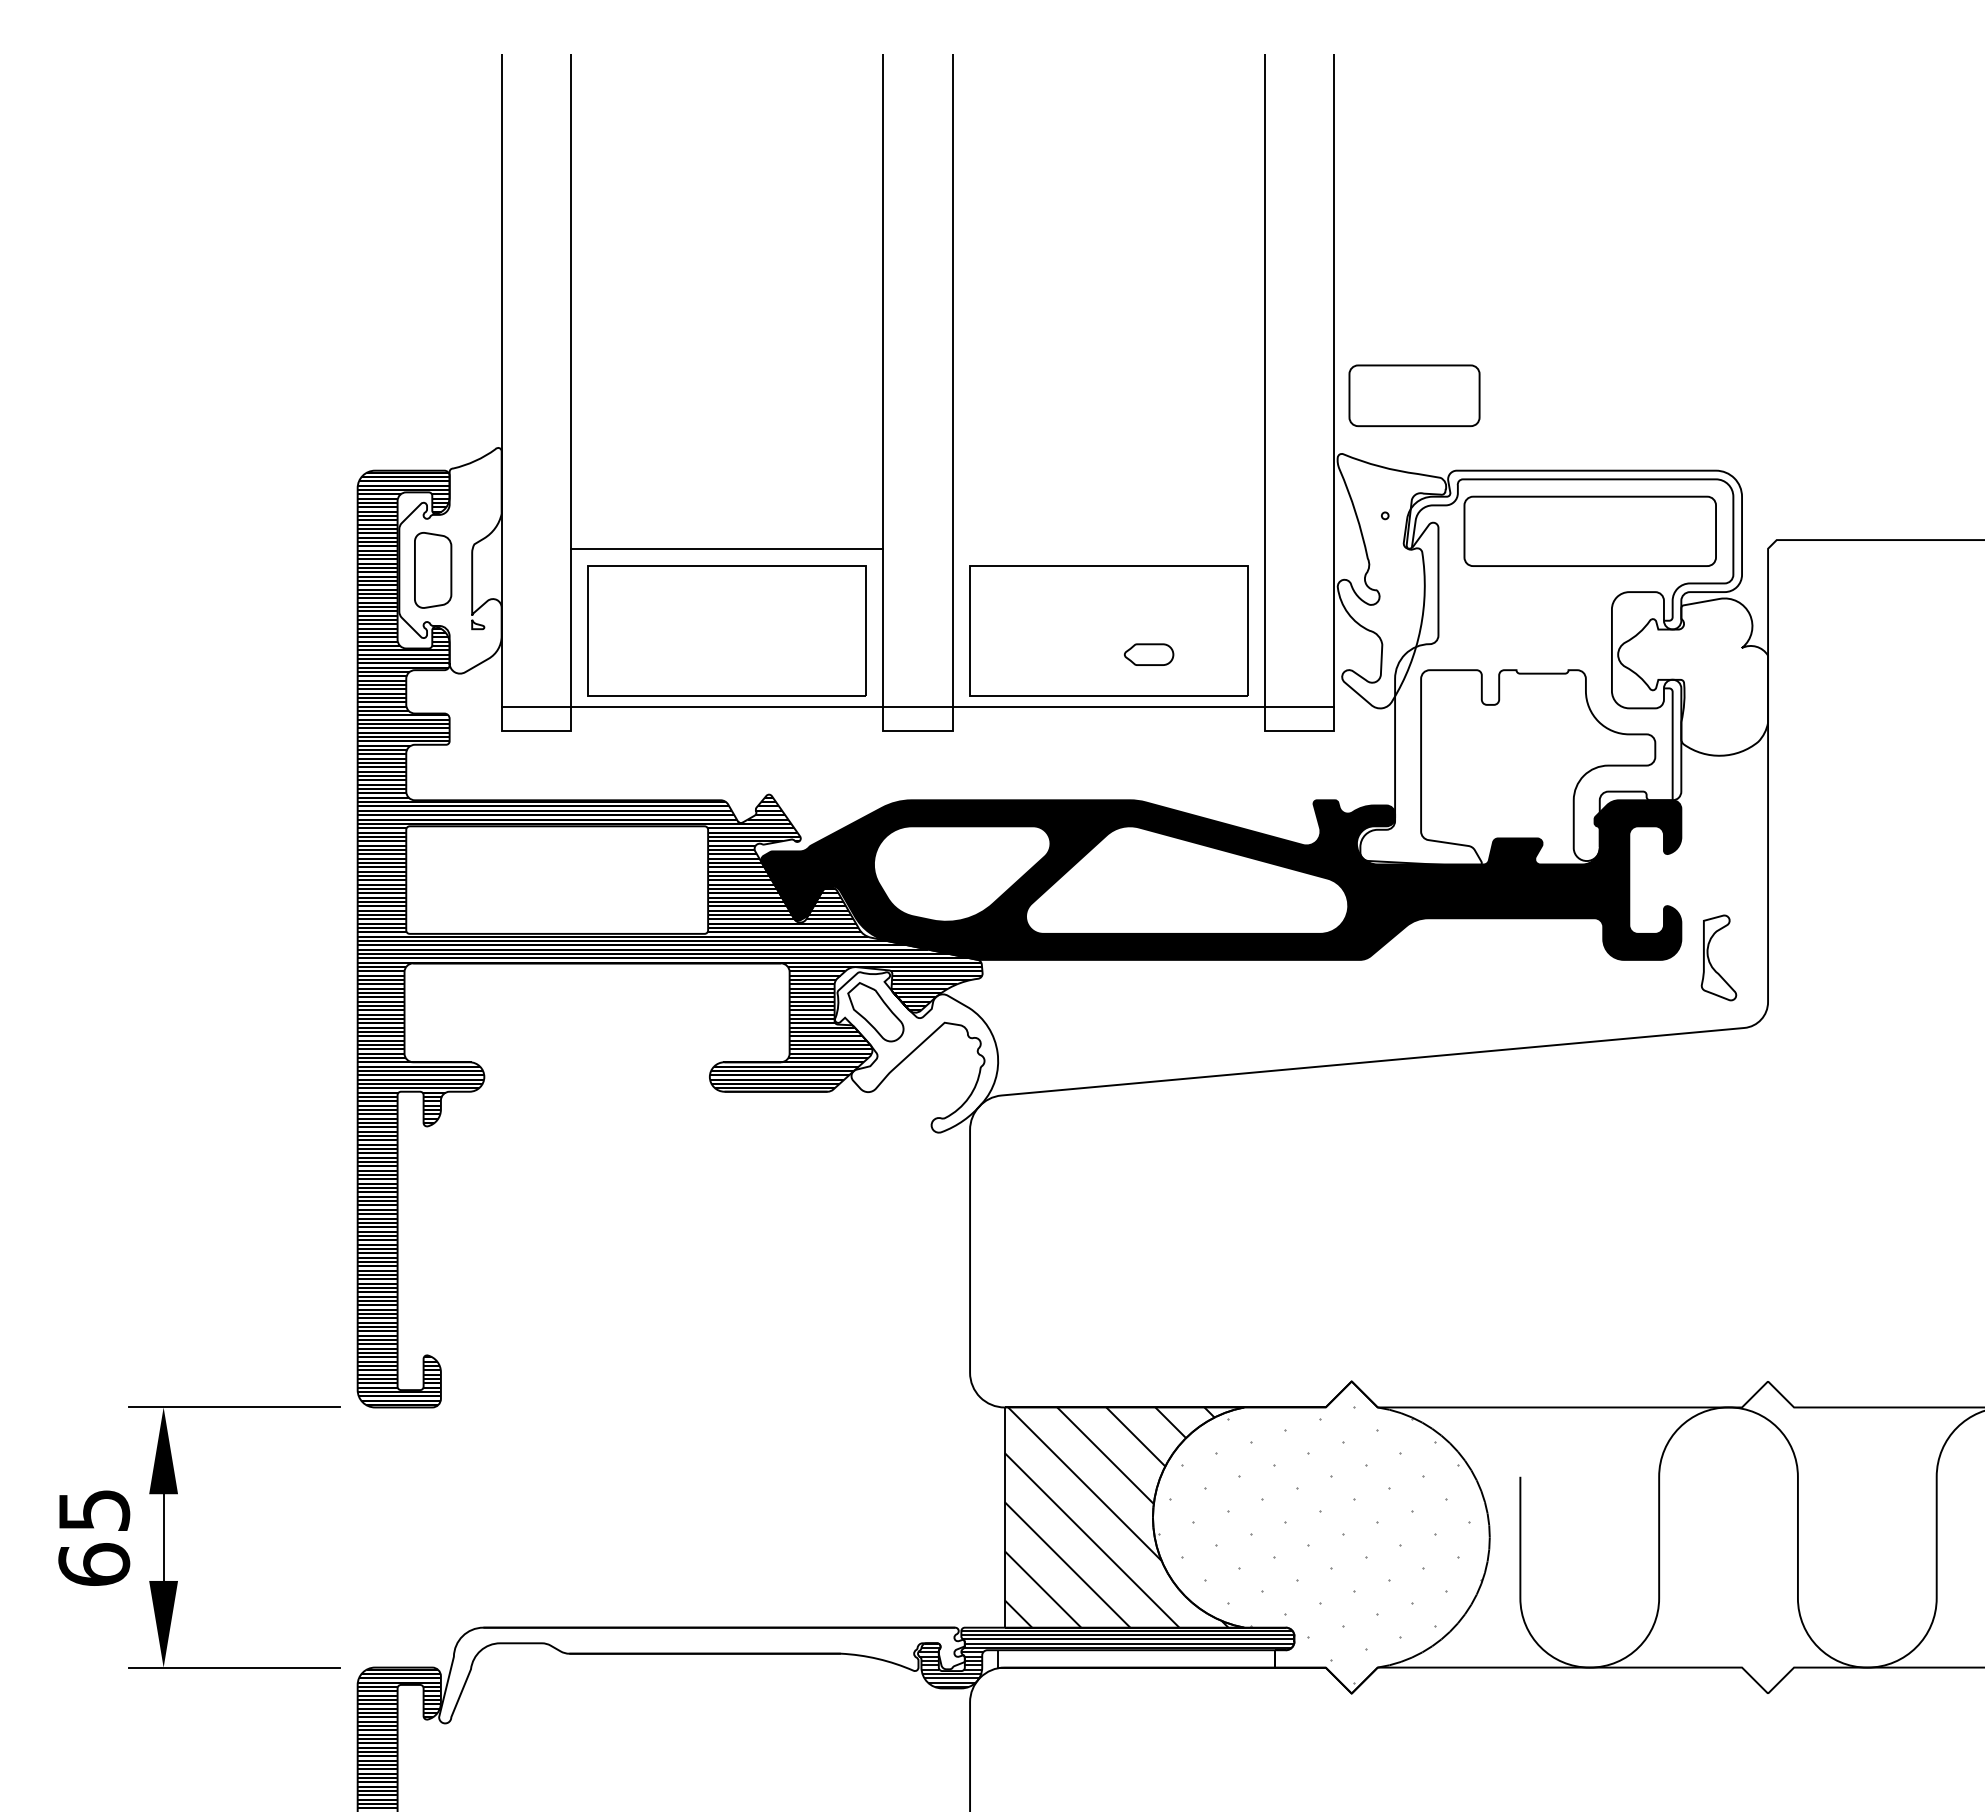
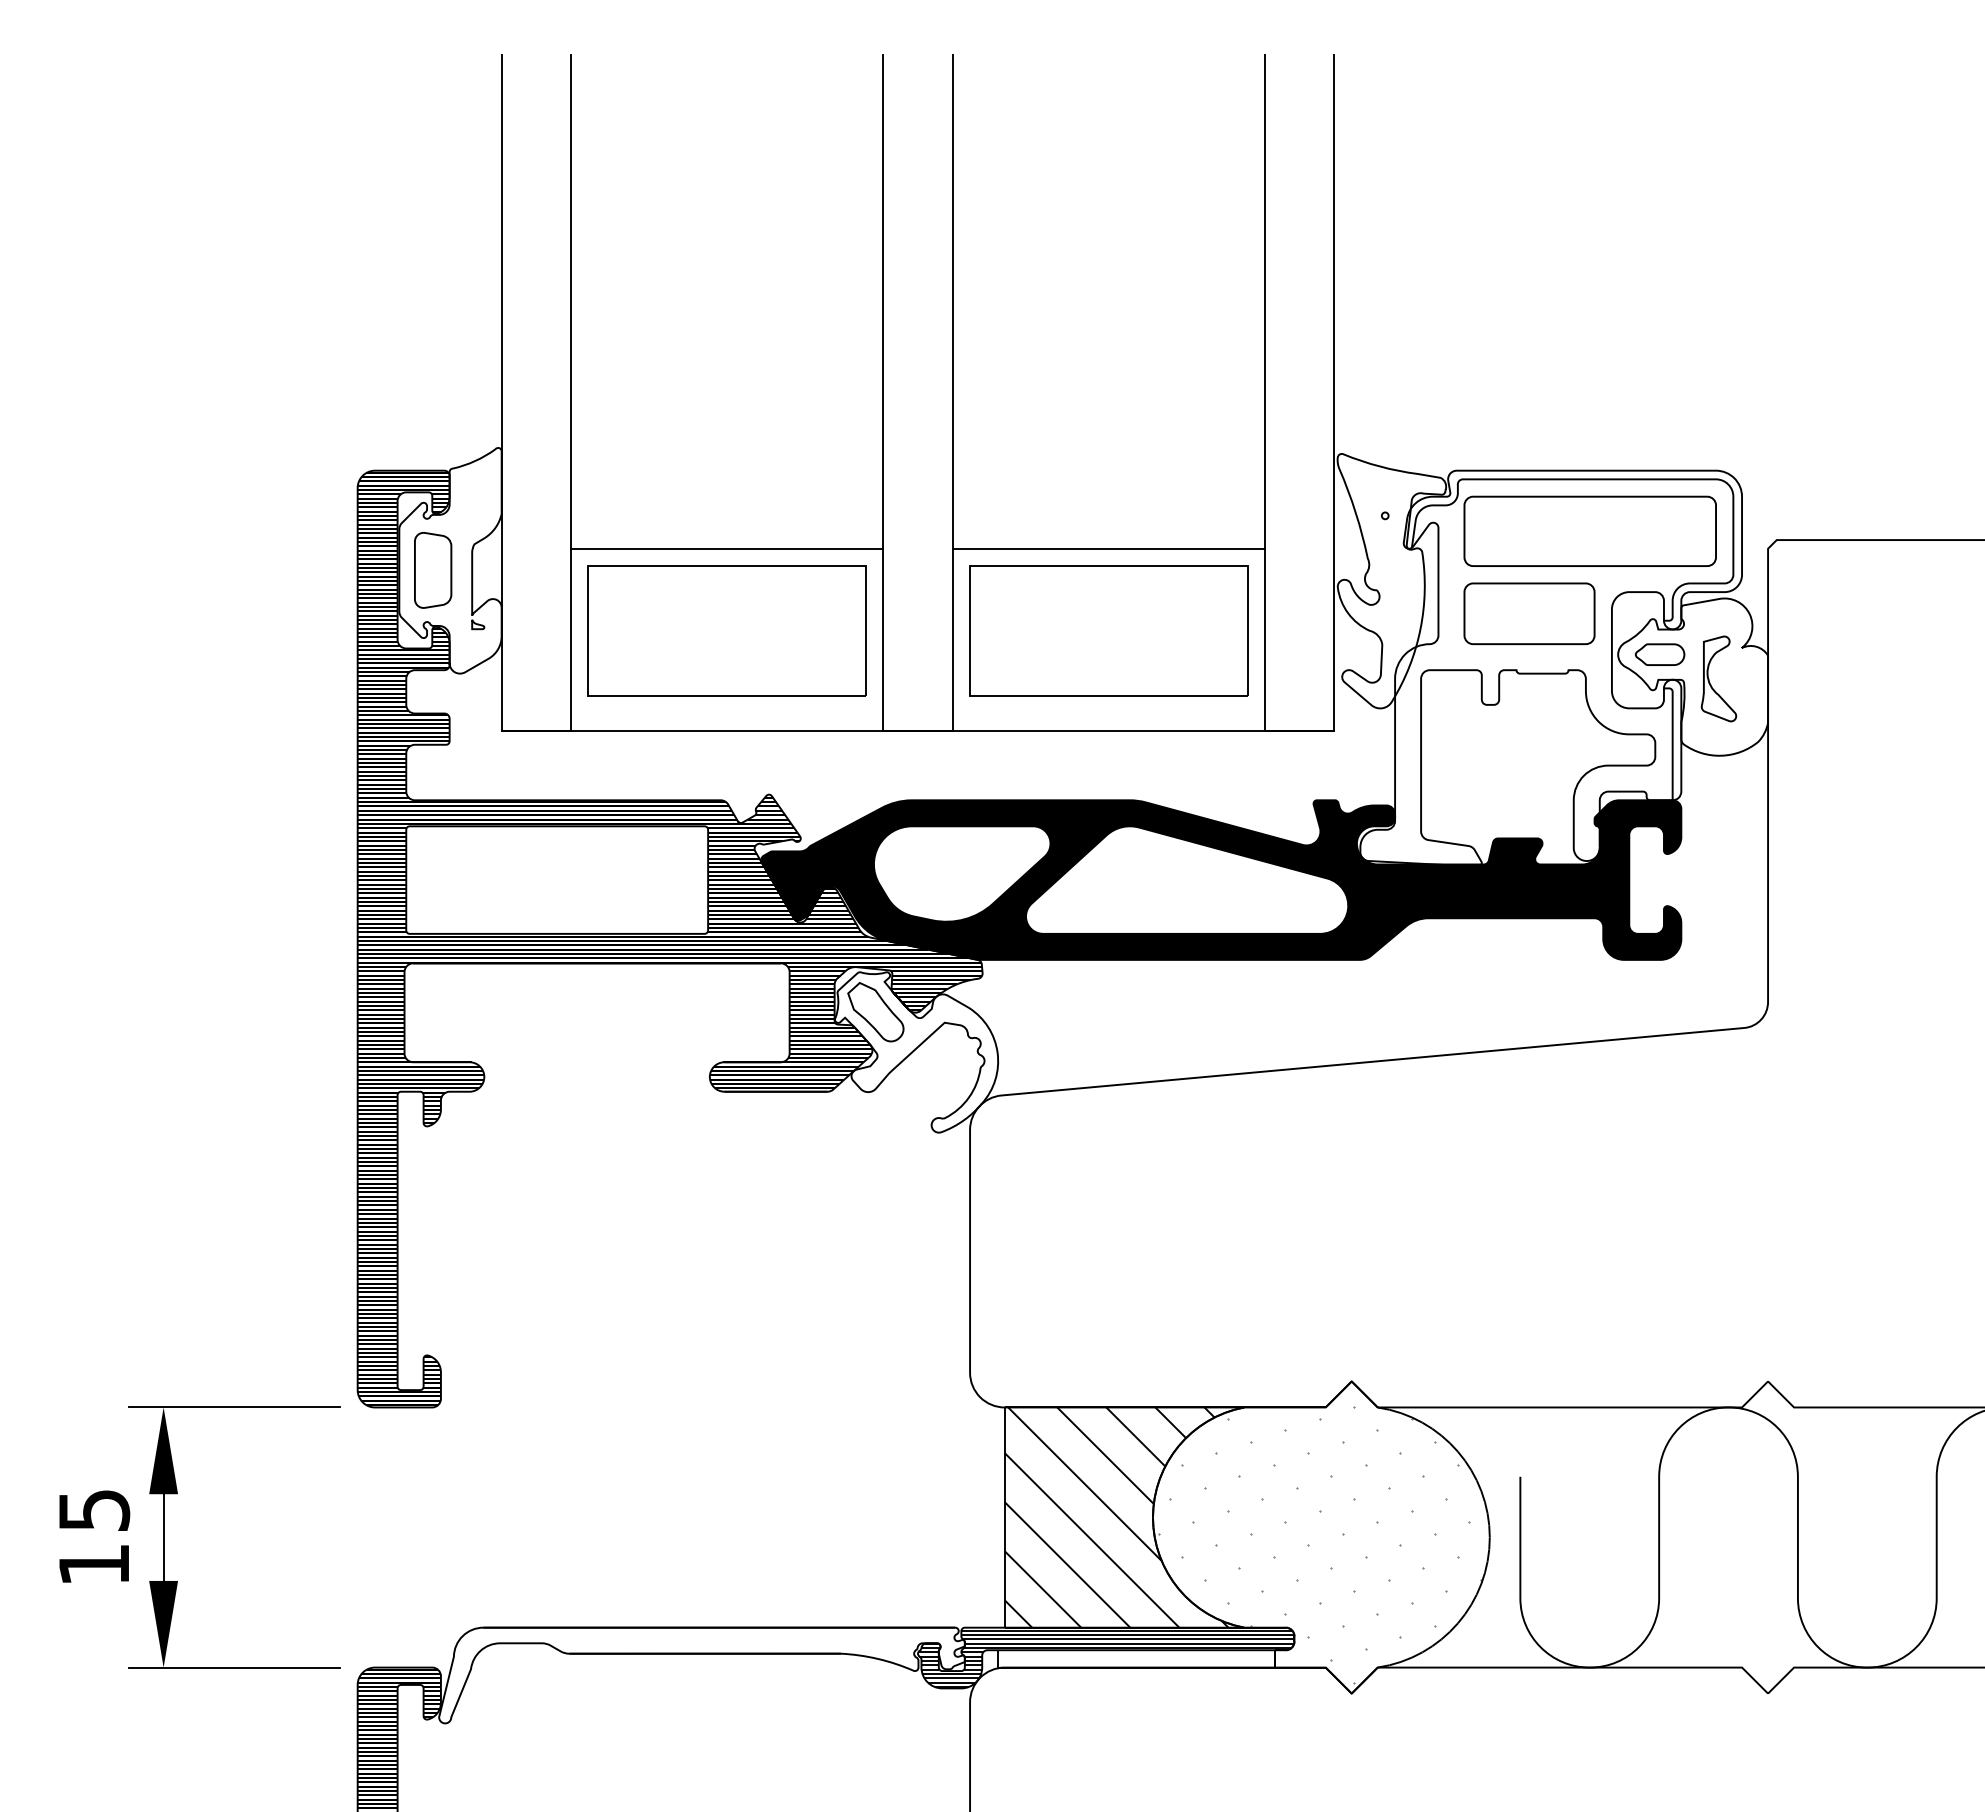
part at (1414, 395) position: (1414, 395) -> (1529, 613)
line at (1108, 548): none -> present
part at (1148, 654) position: (1148, 654) -> (1659, 654)
line at (917, 706) position: (917, 706) -> (917, 730)
part at (1710, 961) position: (1710, 961) -> (1710, 682)
text at (94, 1564): 65 -> 15
